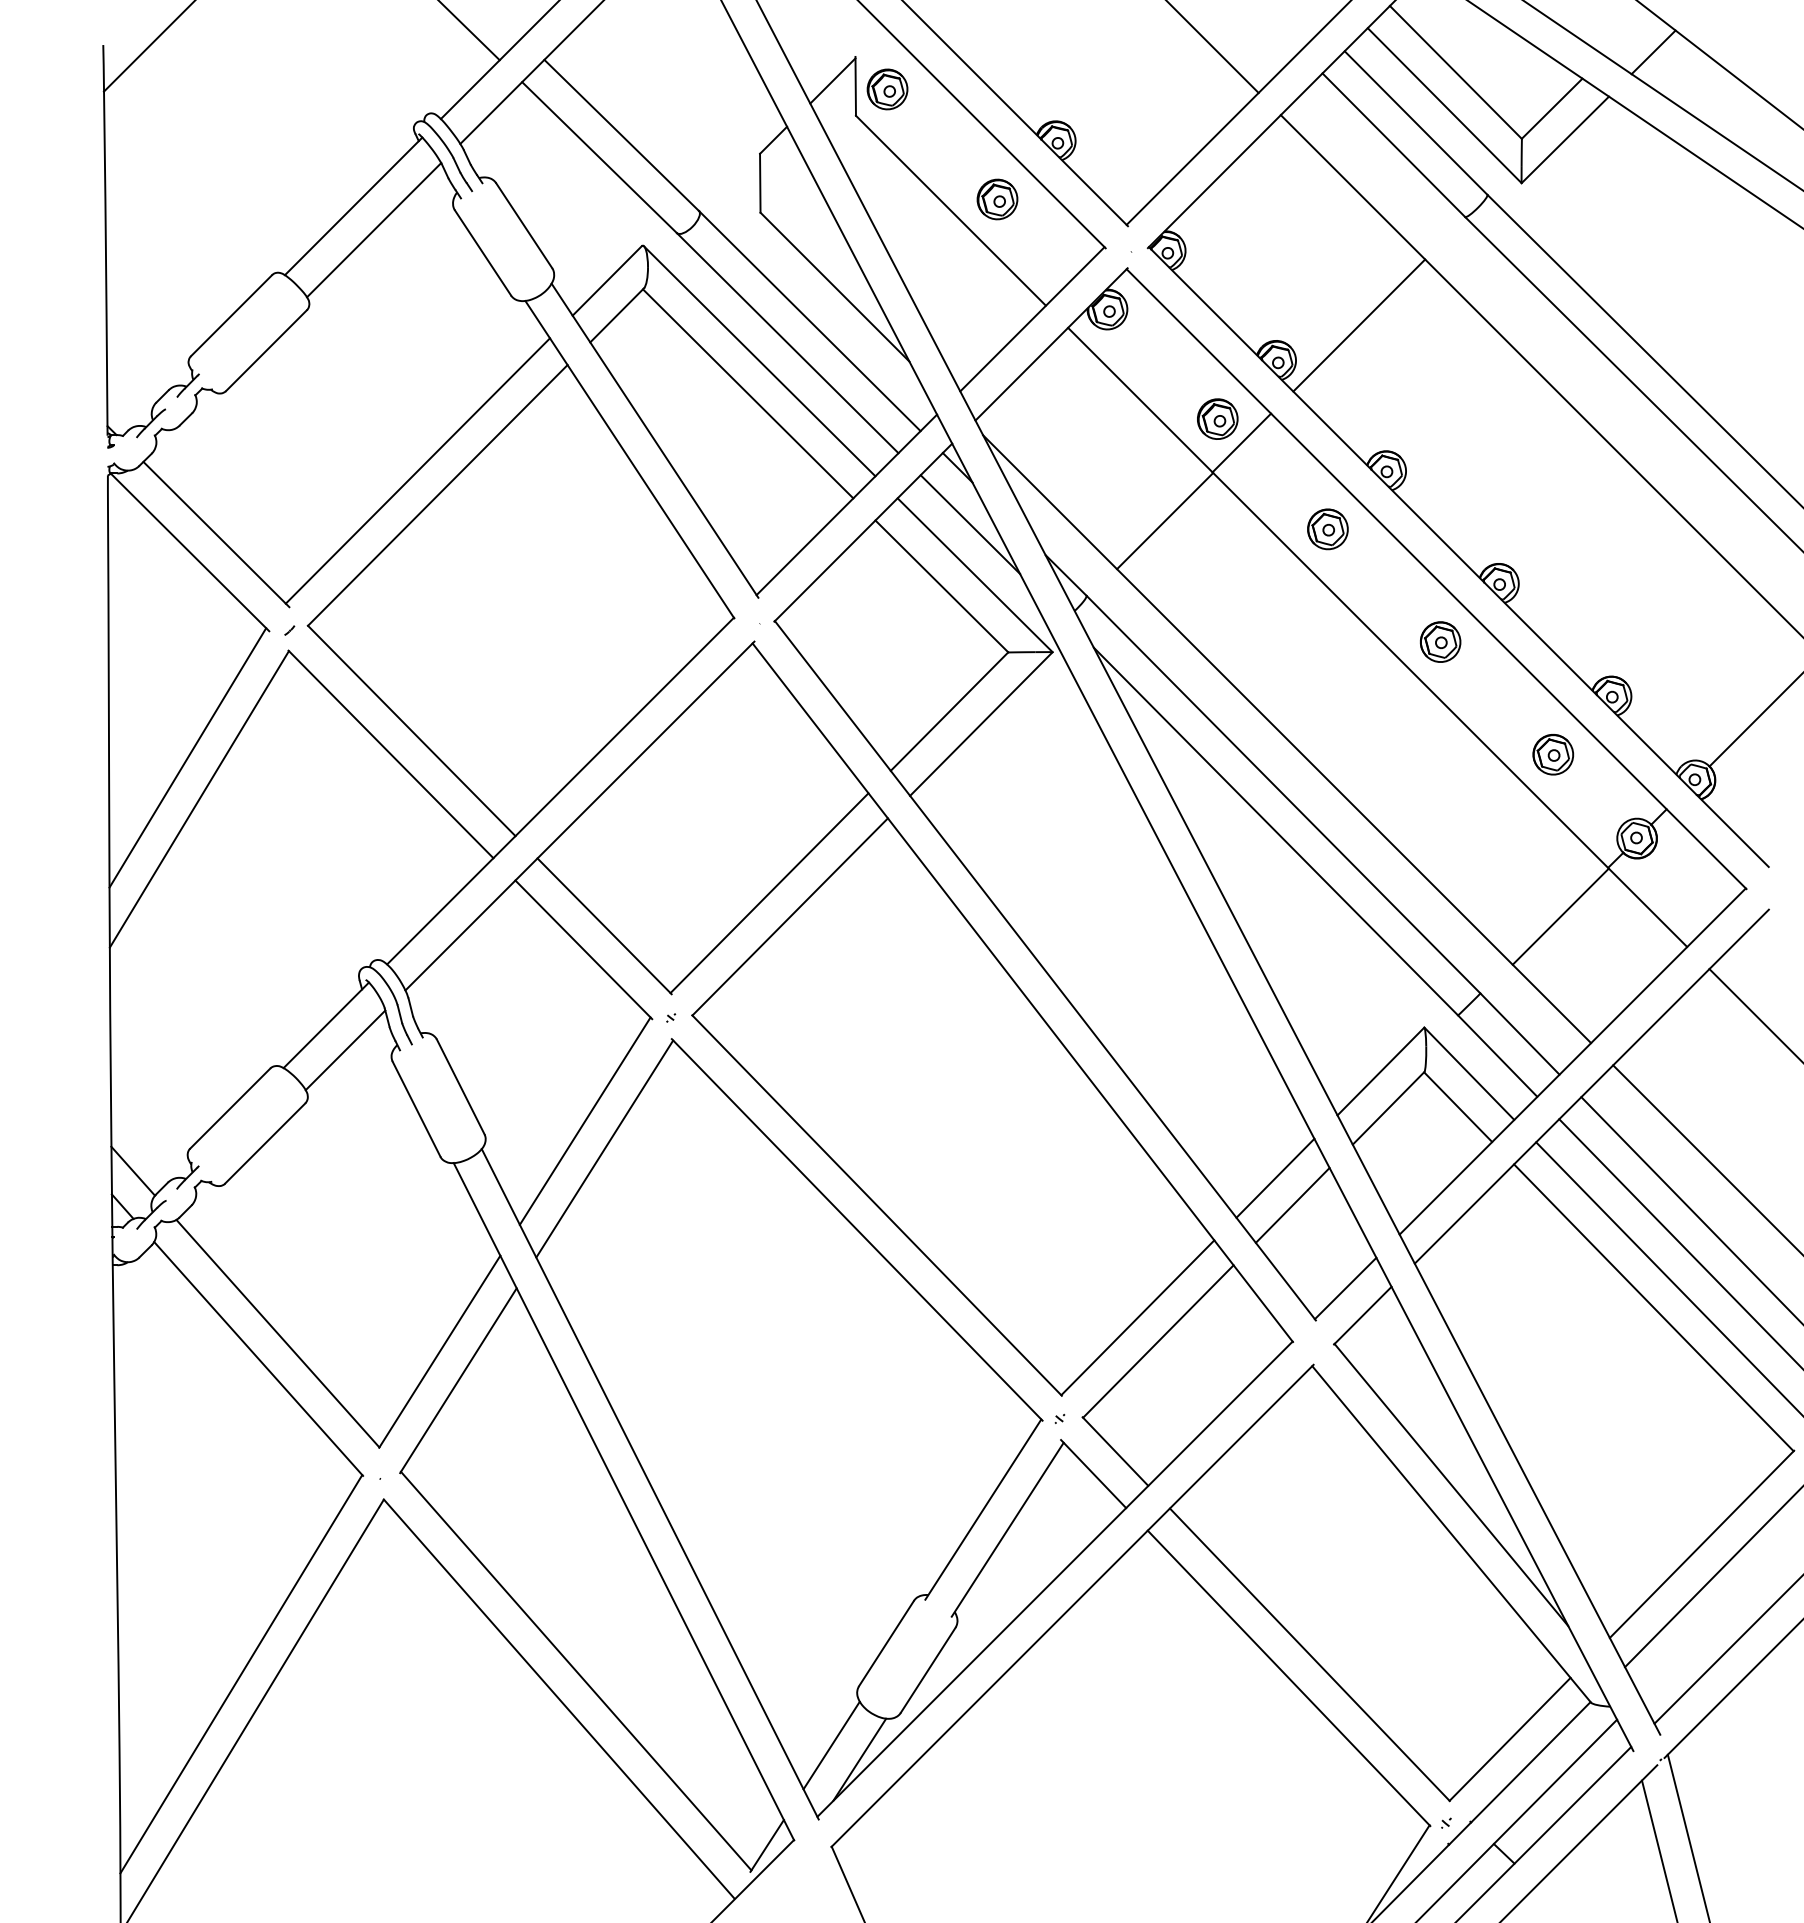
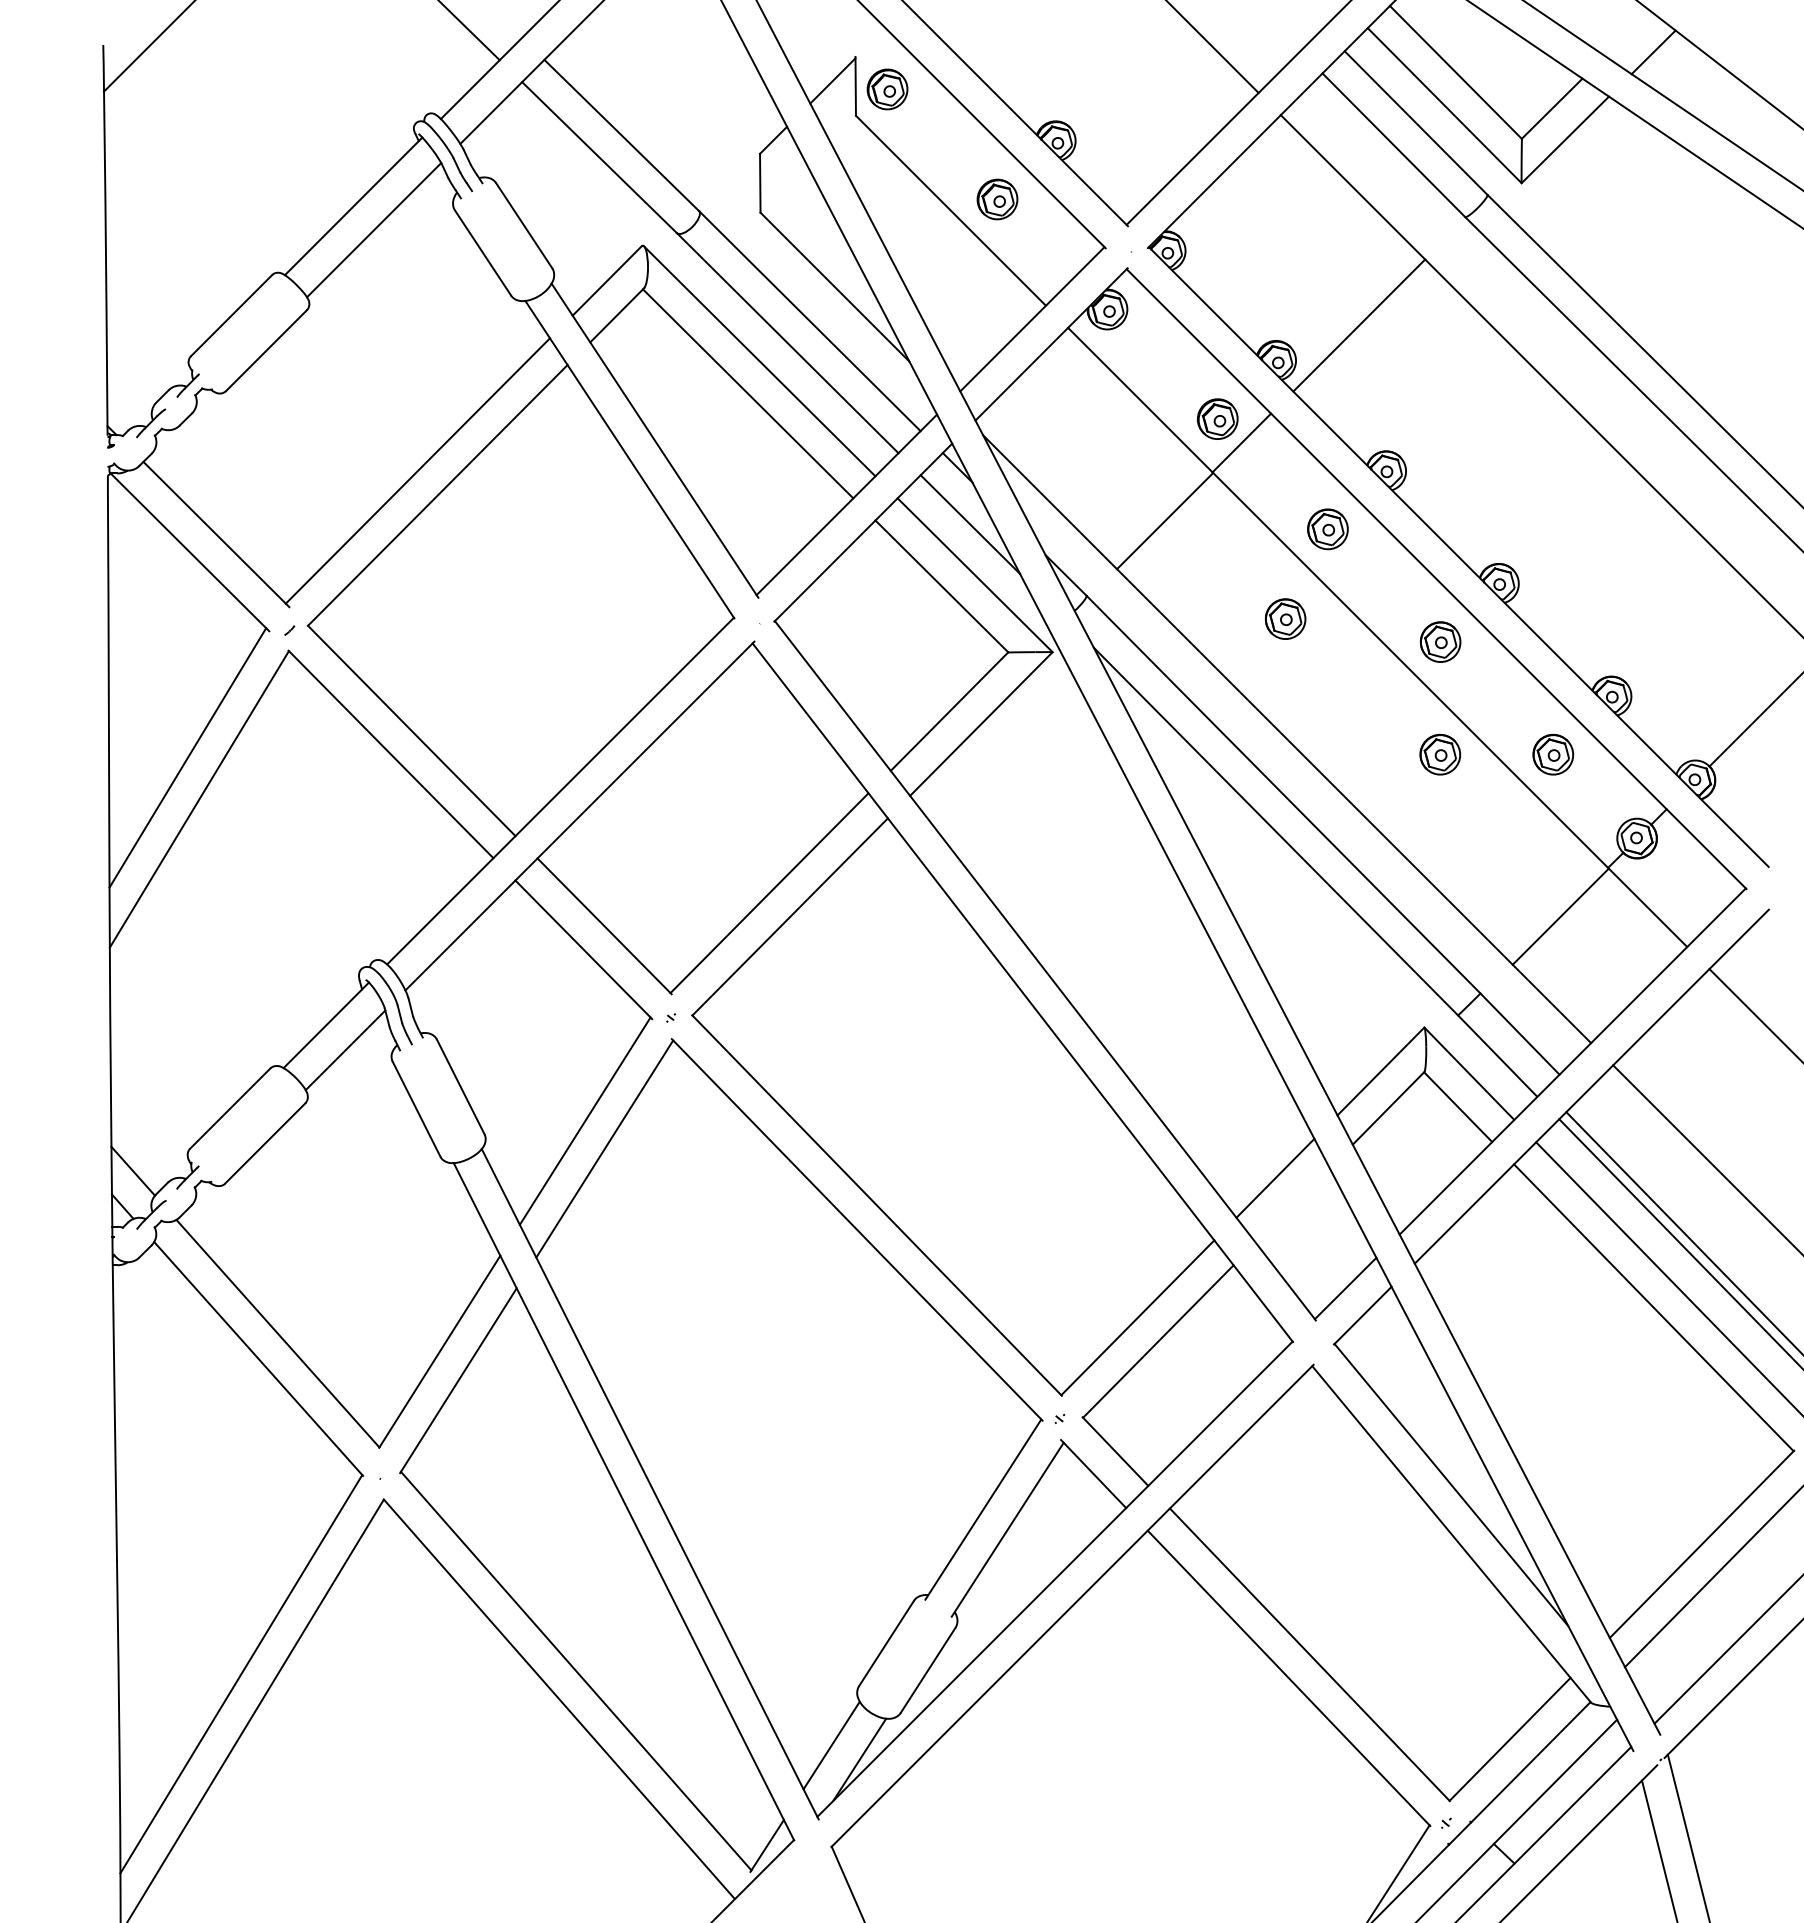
part at (1285, 618): none -> present
part at (1440, 754): none -> present
line at (1292, 1205): present -> none
line at (1690, 1209) position: (1690, 1209) -> (1683, 1232)
